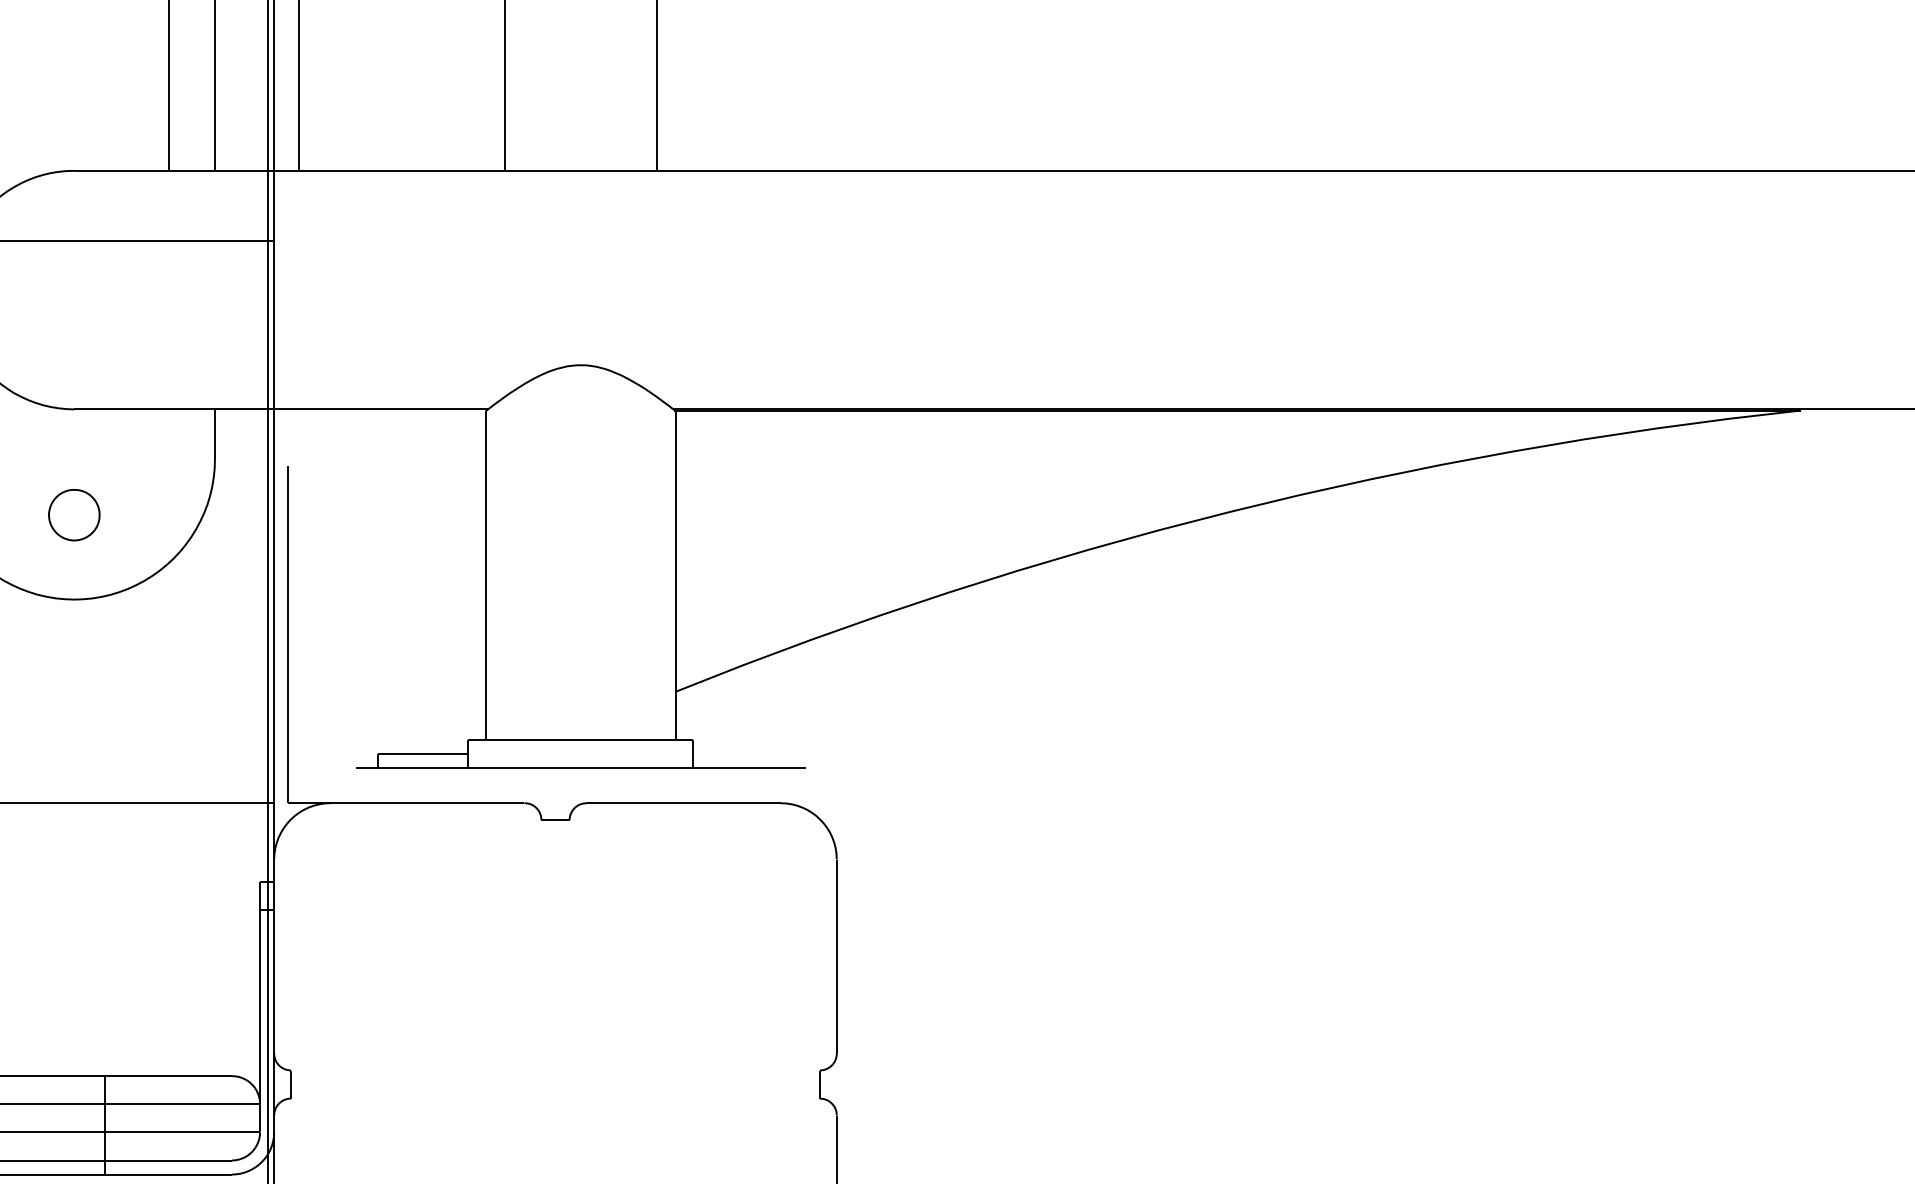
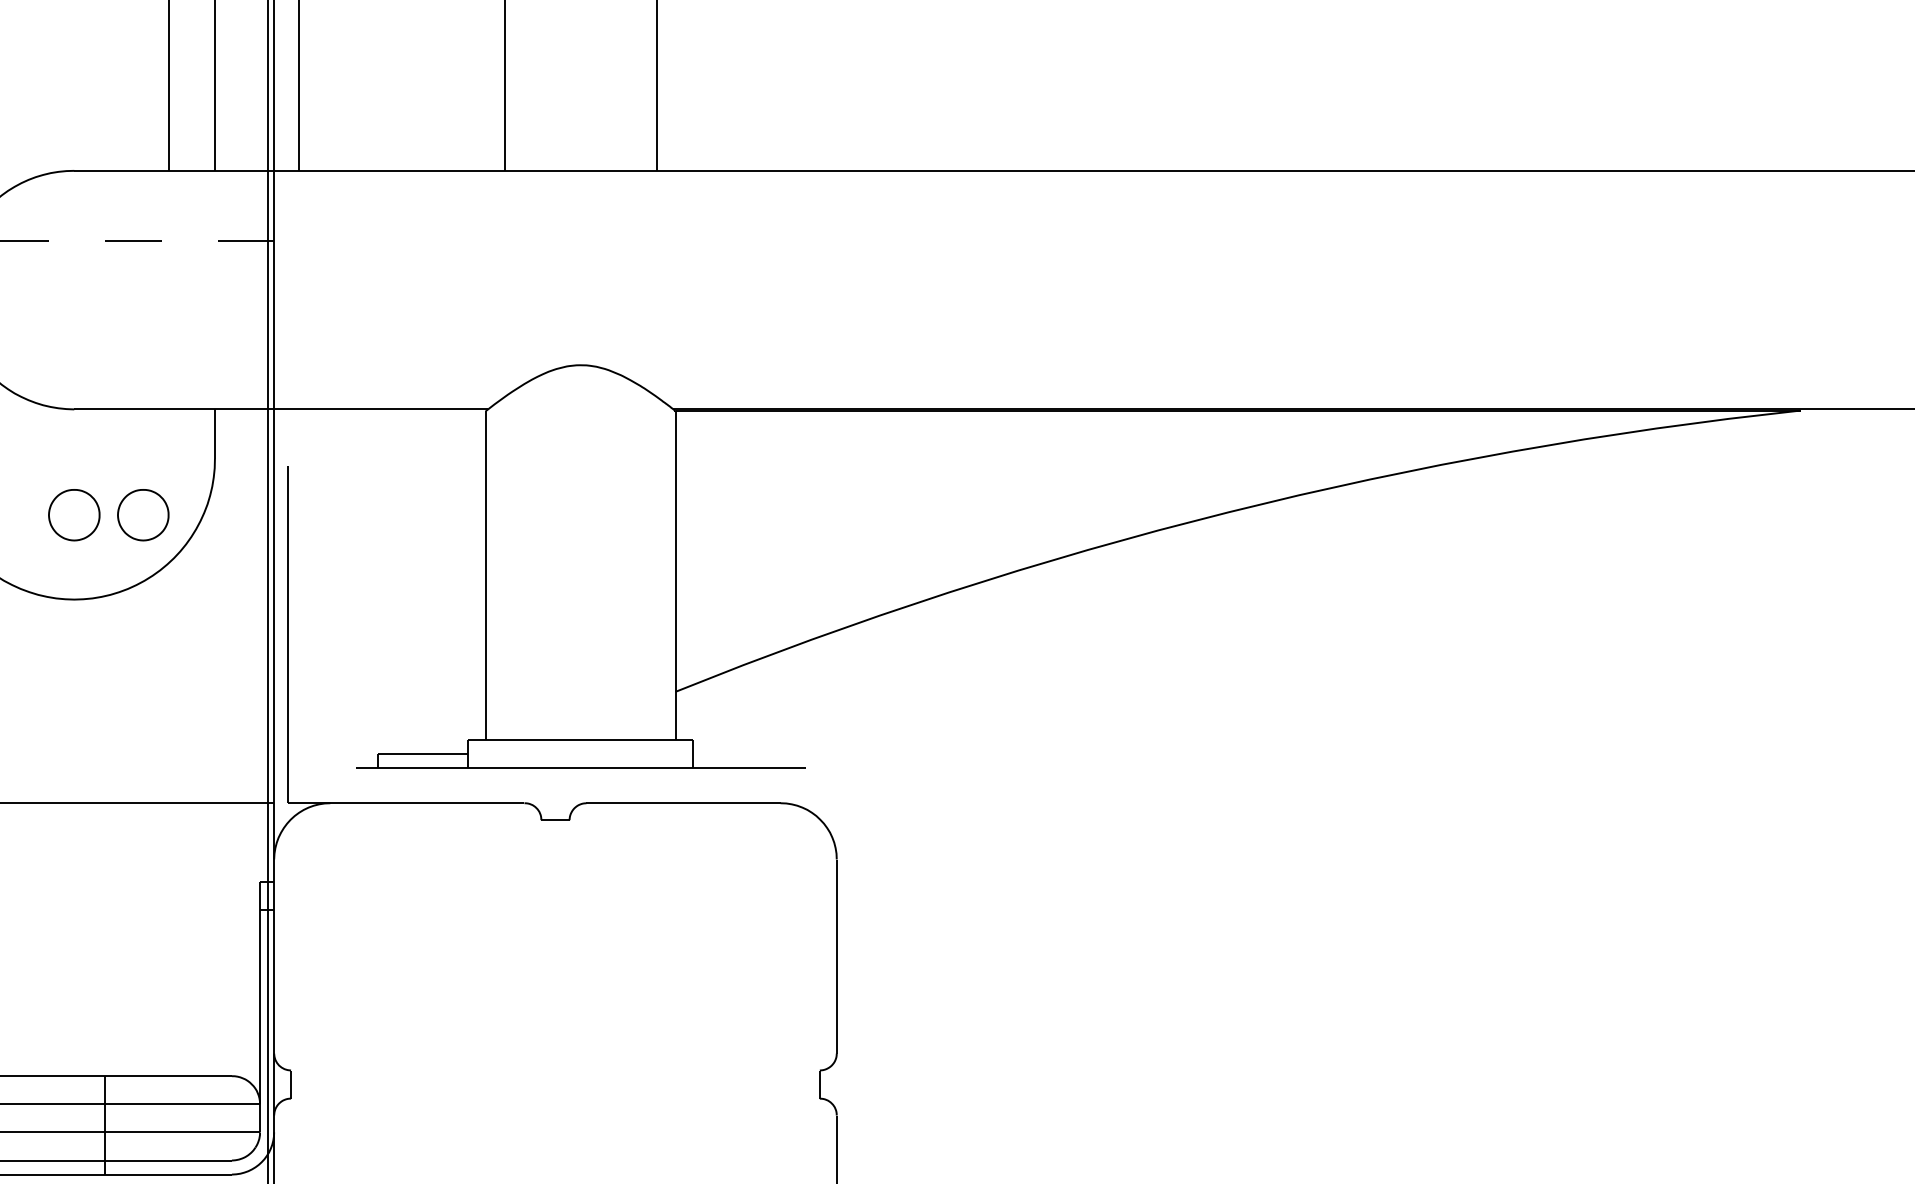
line at (137, 240): solid -> dashed
part at (143, 515): none -> present
